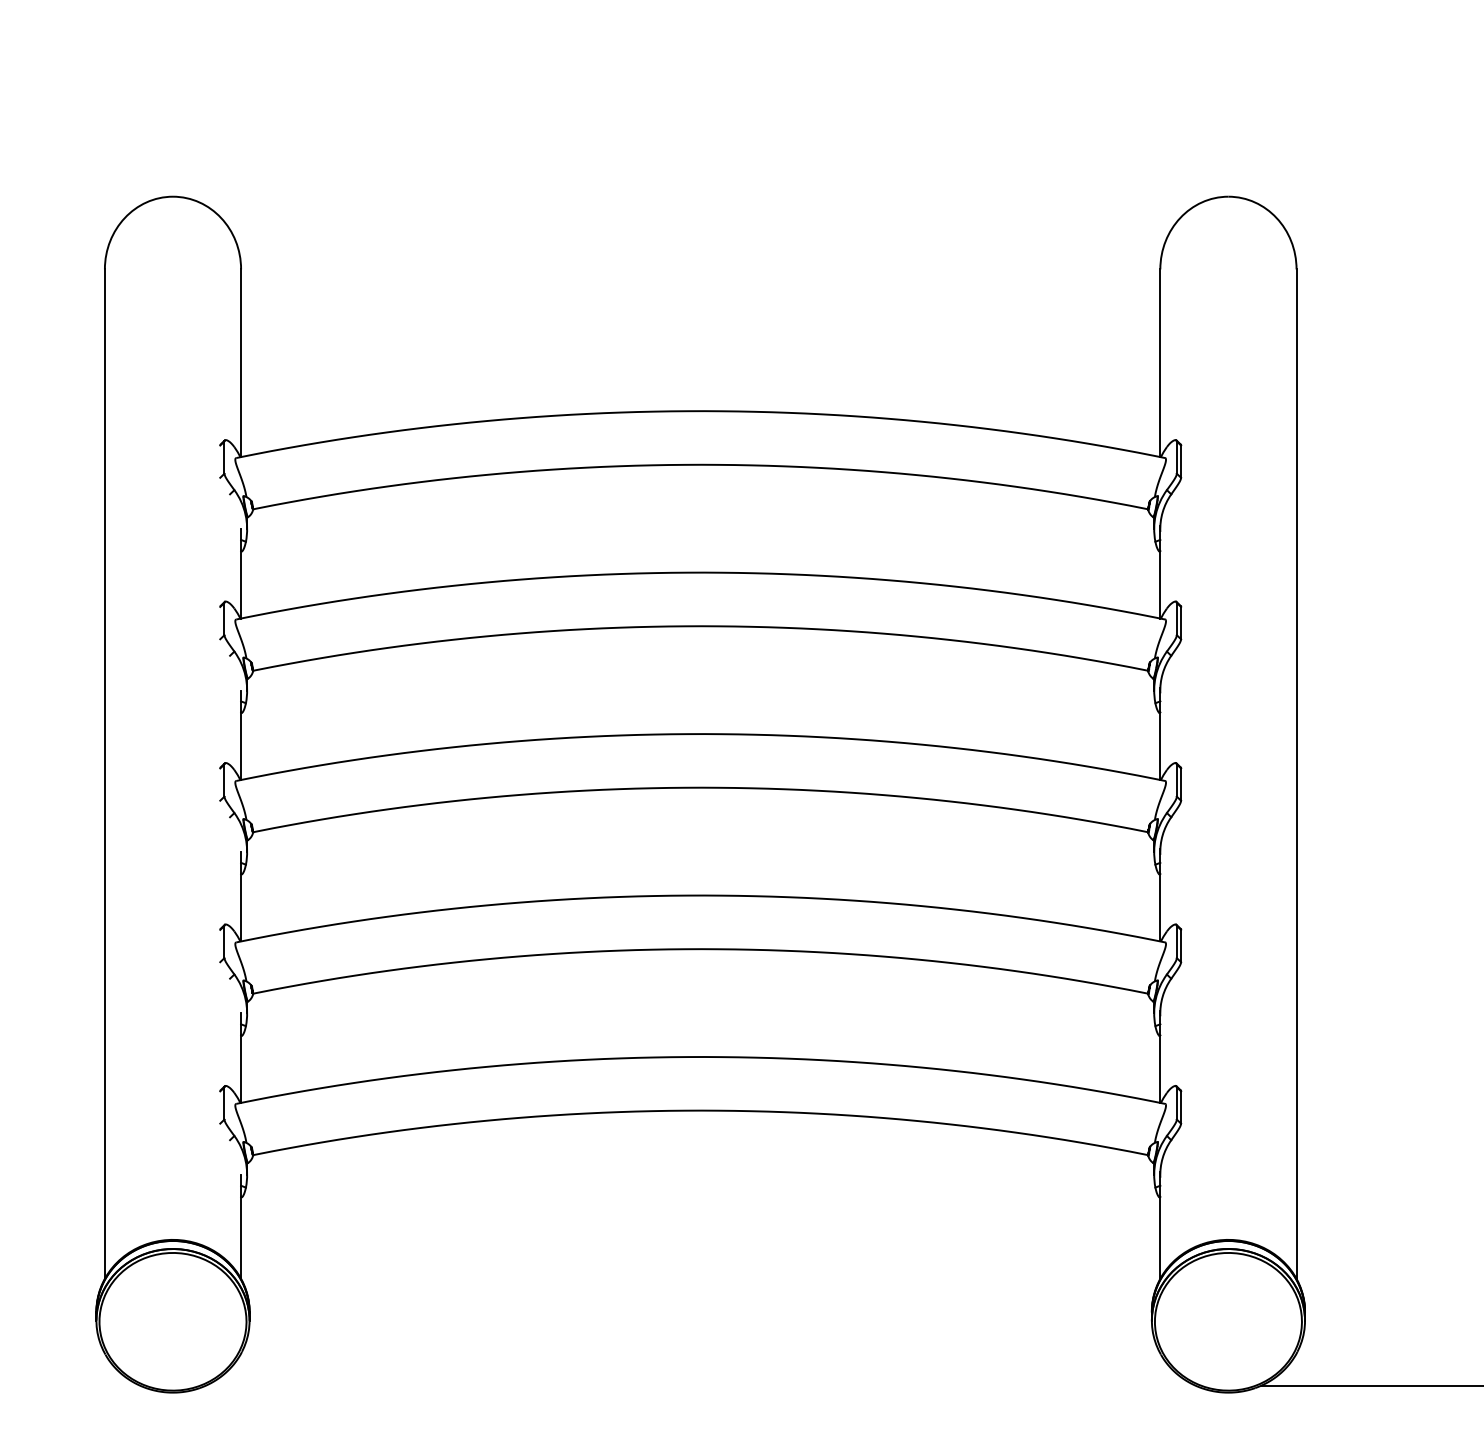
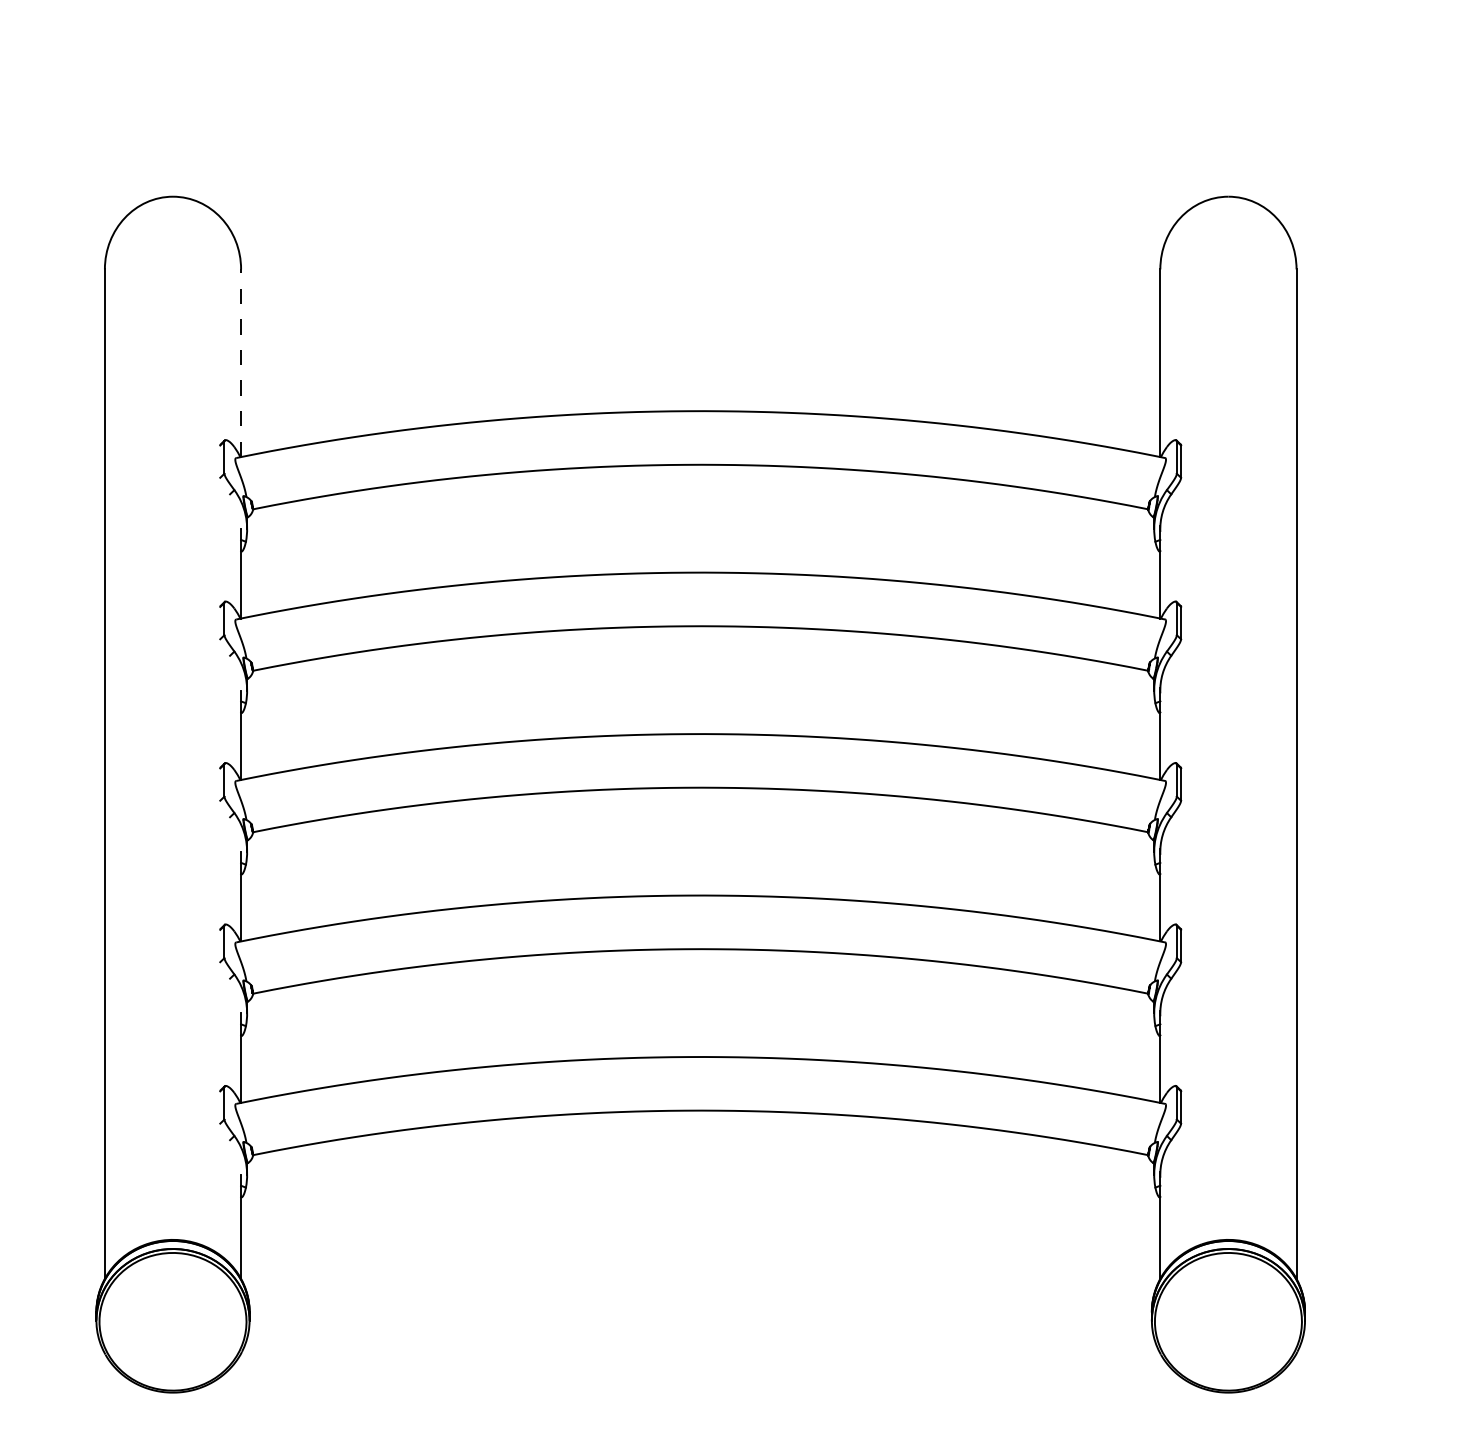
line at (241, 363): solid -> dashed
line at (1370, 1385): present -> none
